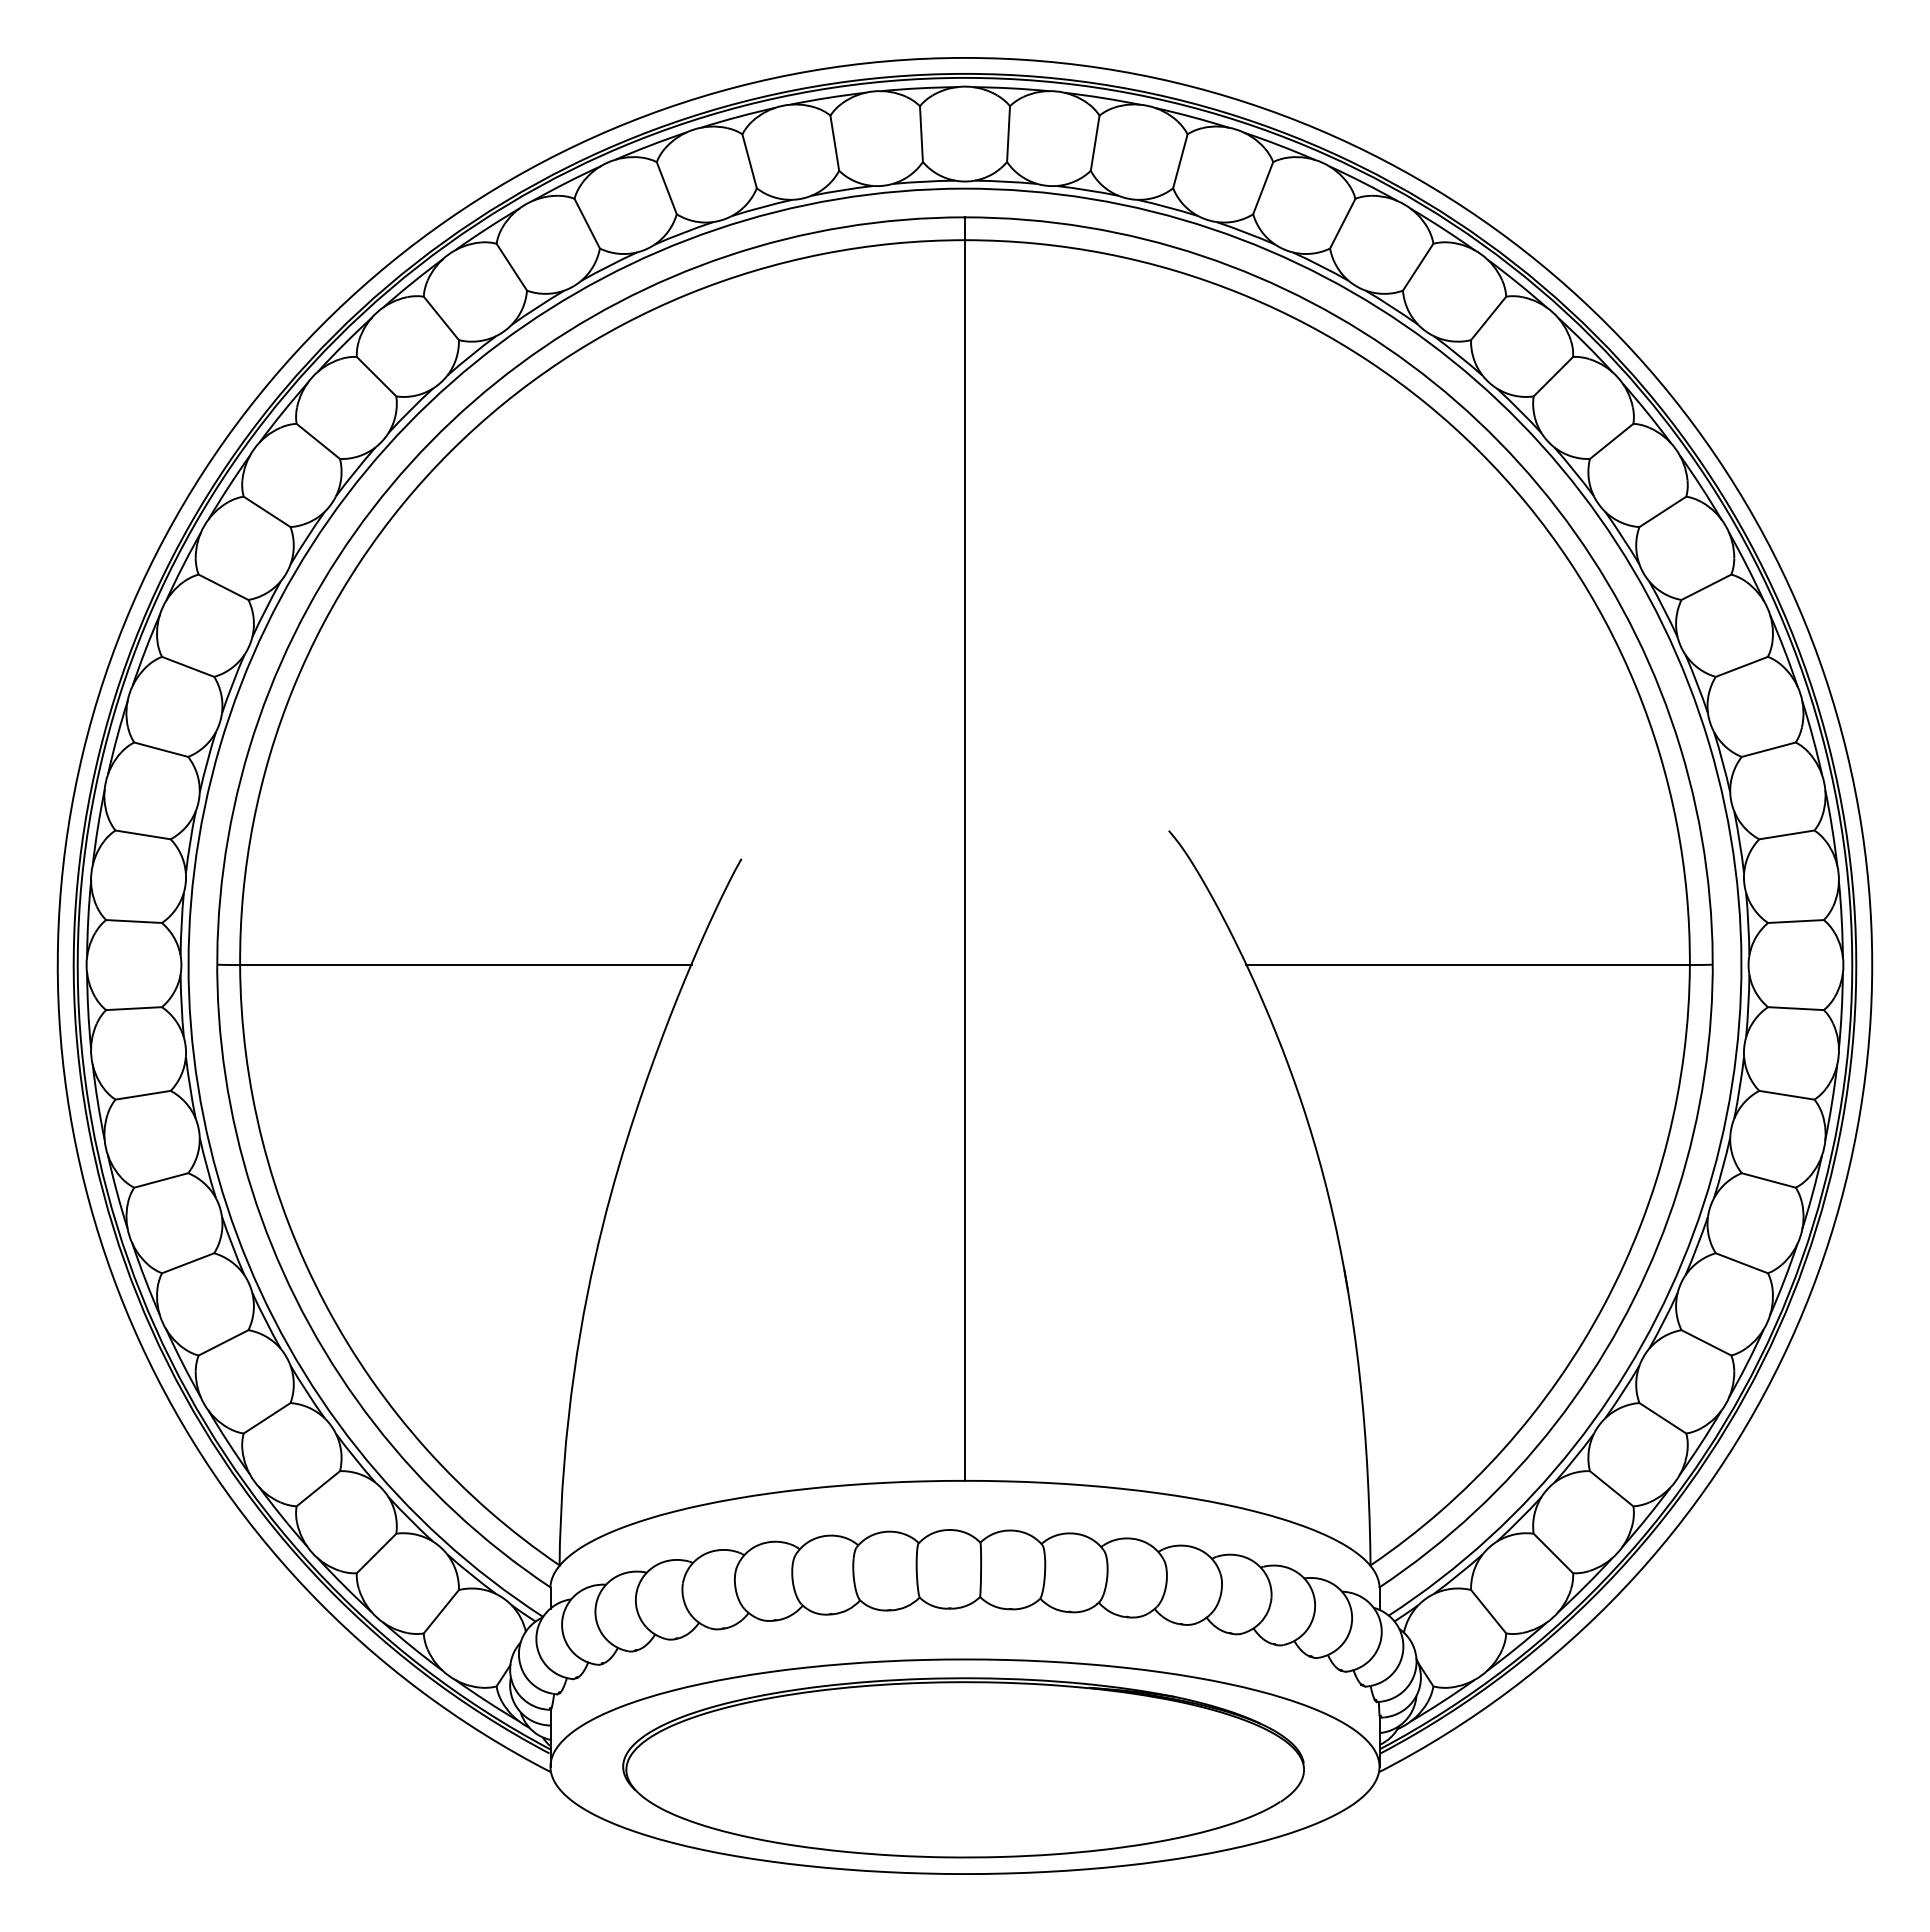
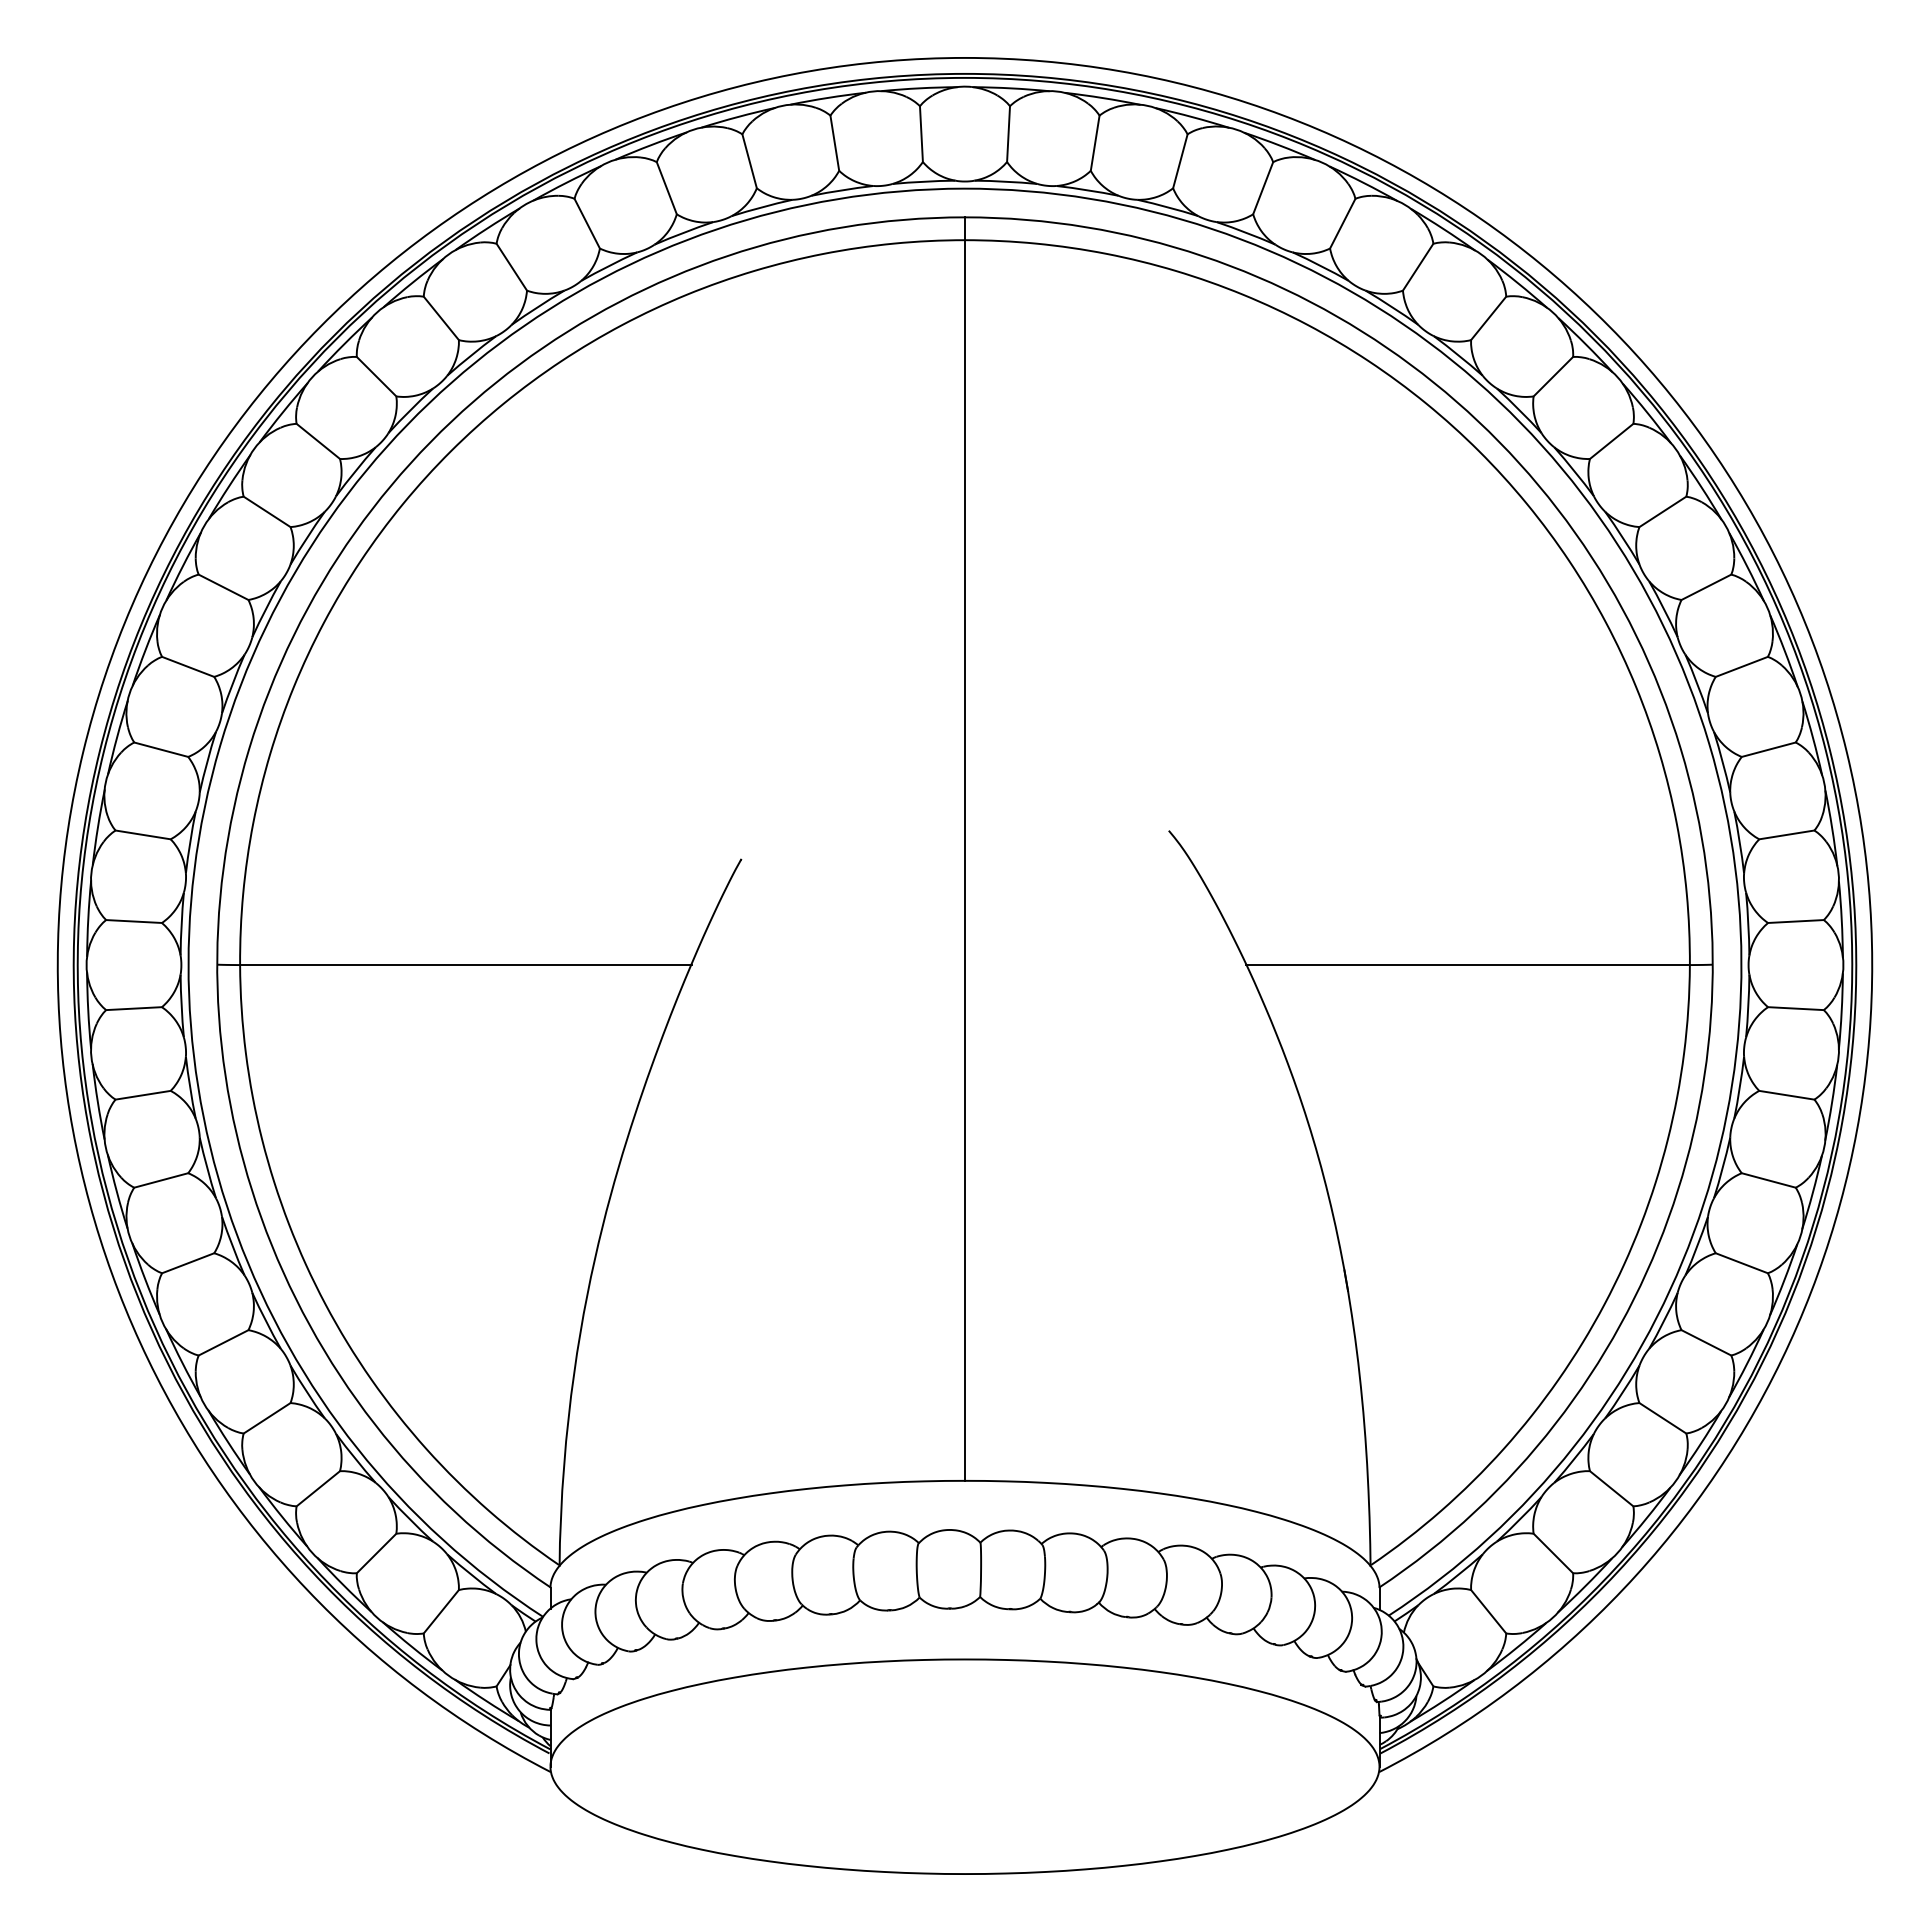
part at (963, 1767): present -> none
